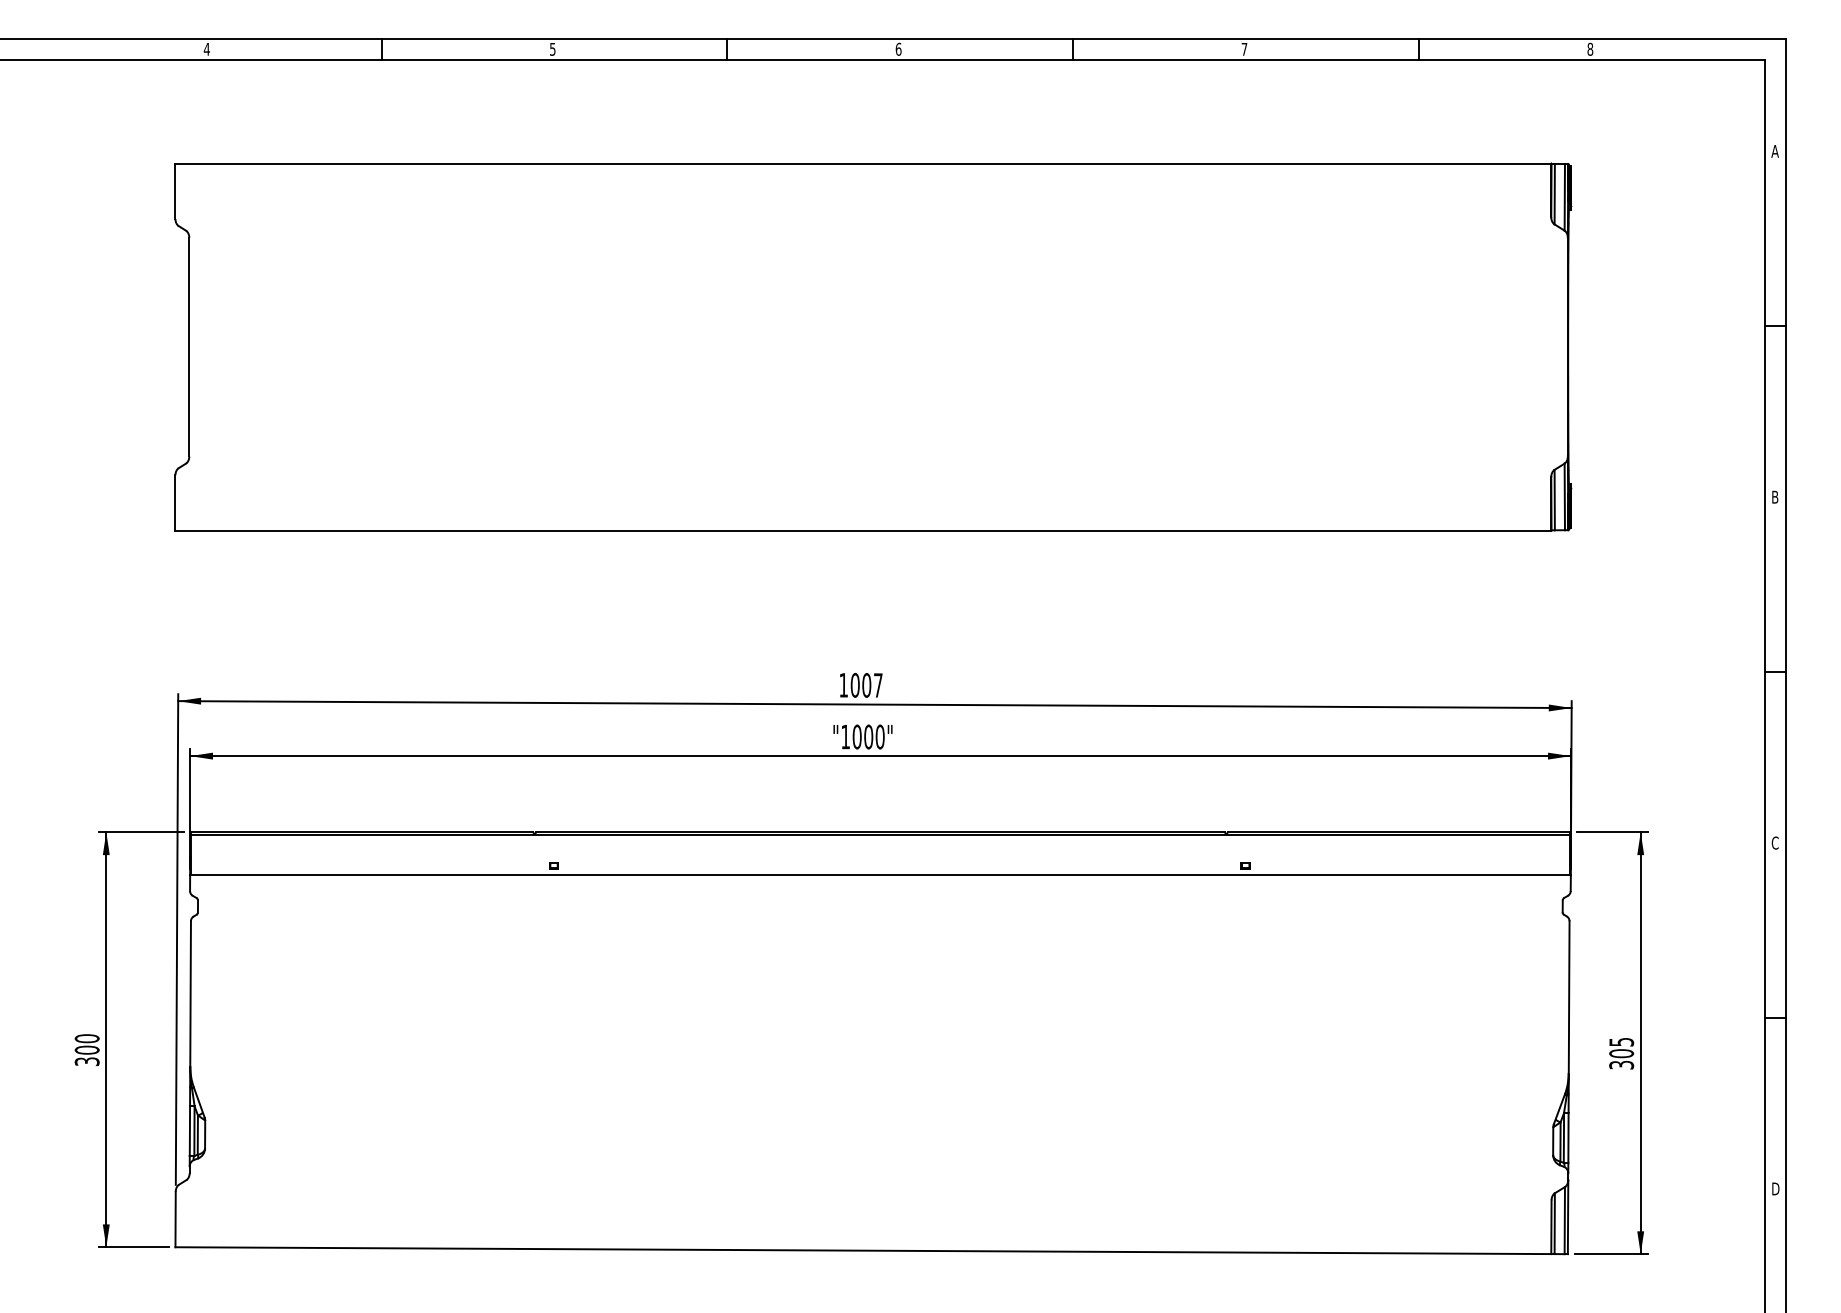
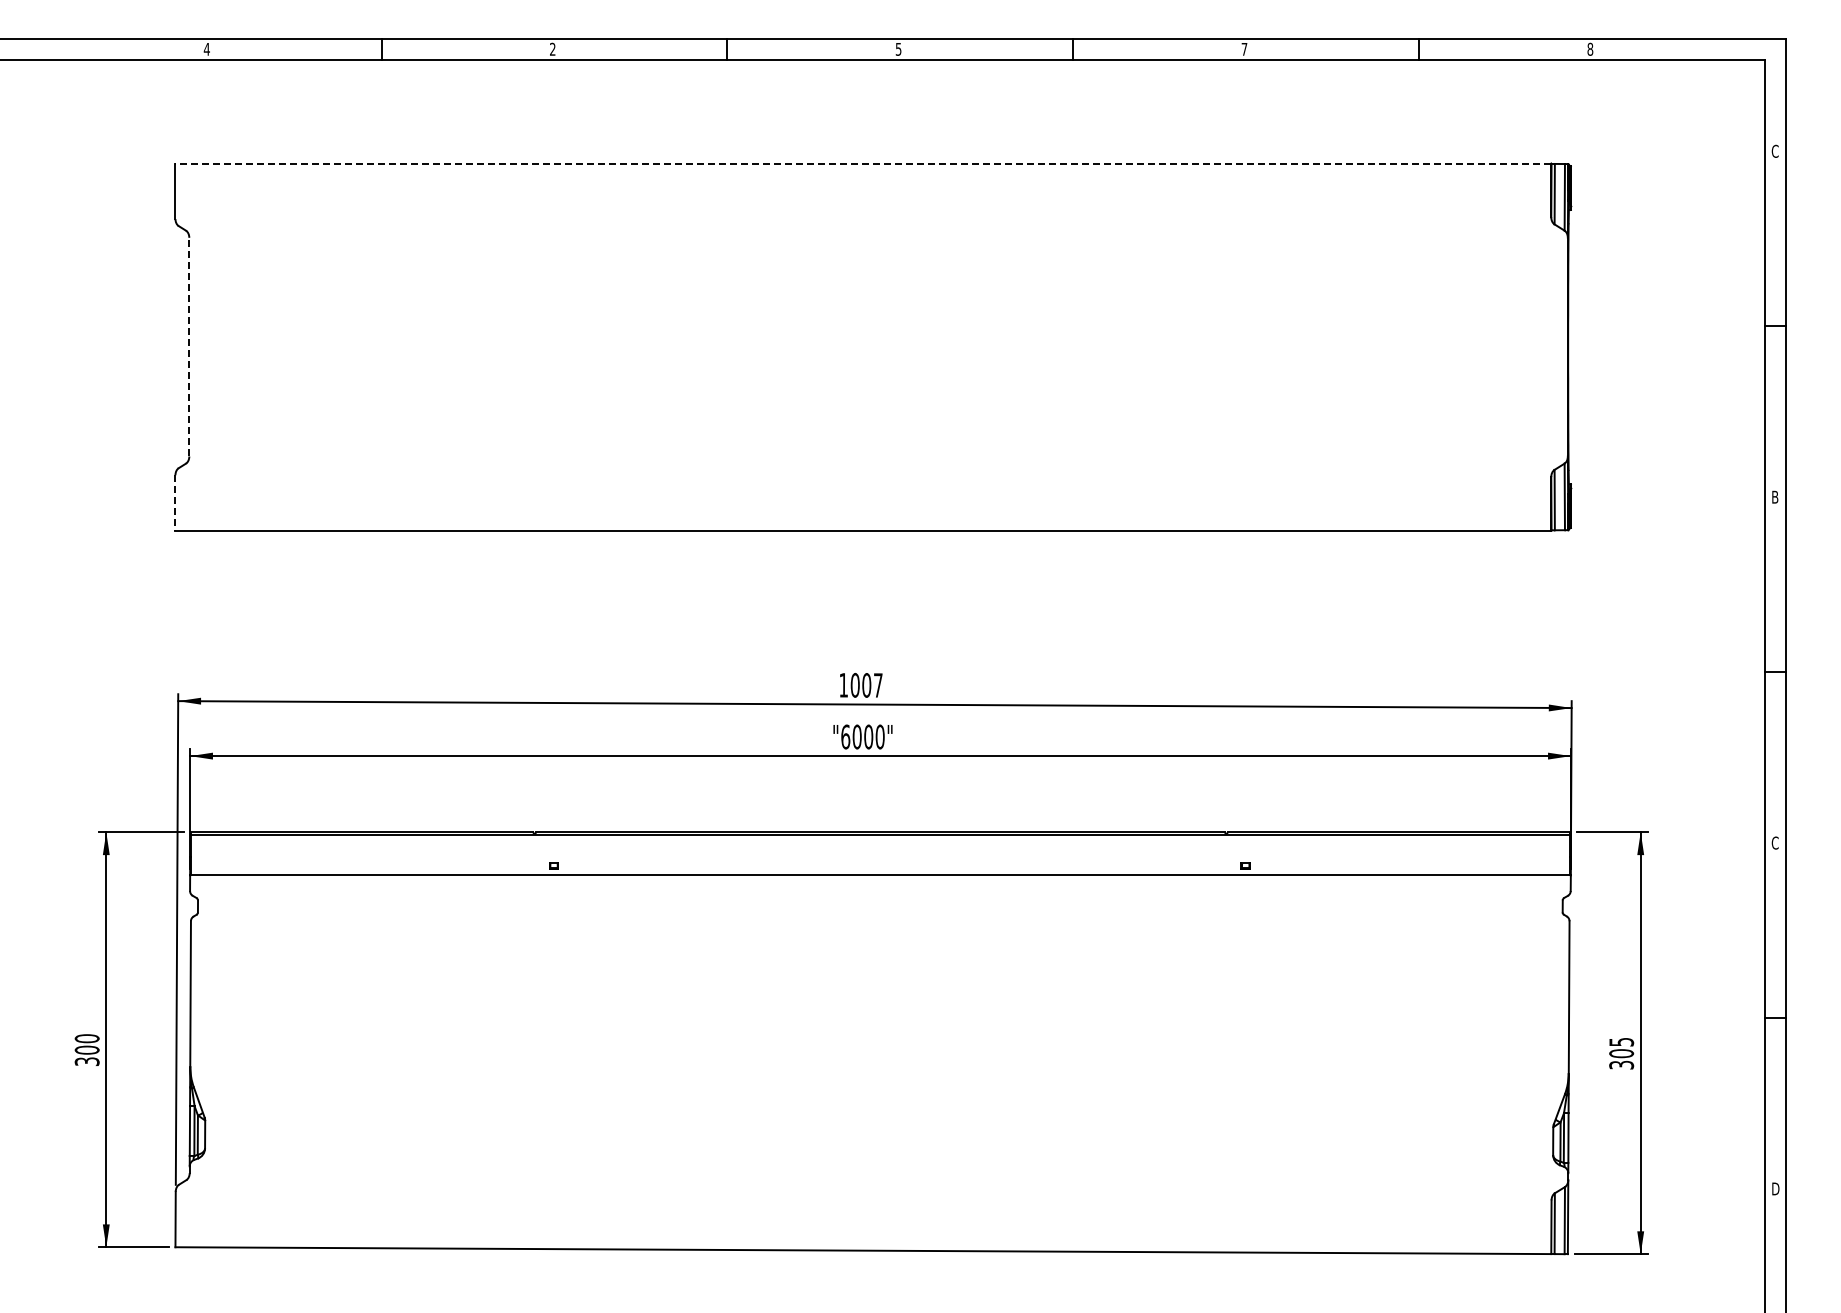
text at (552, 48): 5 -> 2
text at (898, 48): 6 -> 5
text at (1774, 150): A -> C
line at (863, 163): solid -> dashed
line at (189, 346): solid -> dashed
line at (175, 503): solid -> dashed
text at (845, 736): "1000" -> "6000"
